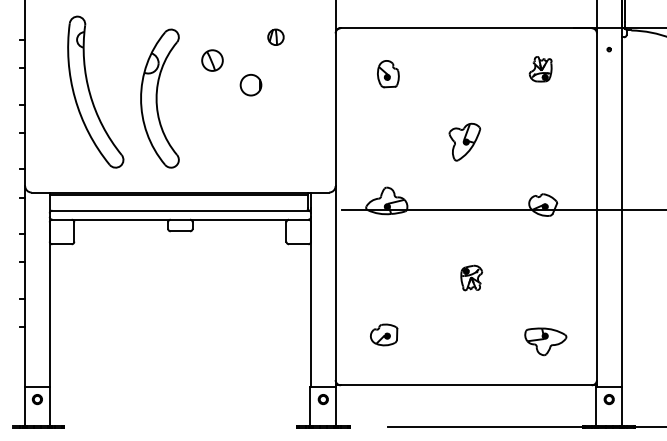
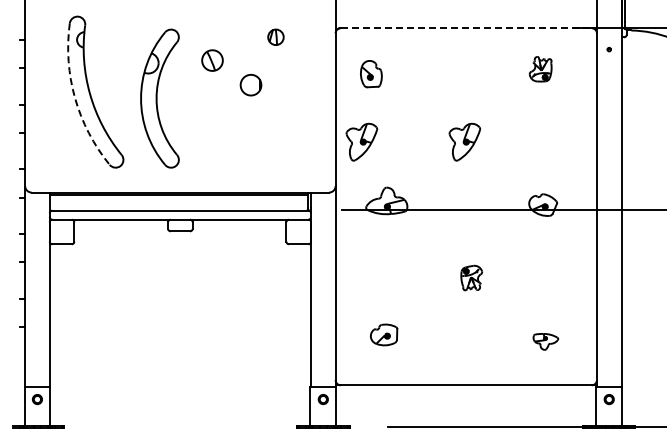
line at (466, 28): solid -> dashed
part at (388, 74) position: (388, 74) -> (371, 74)
arc at (75, 98): solid -> dashed
part at (361, 141): none -> present
part at (545, 341) size: 44x30 px -> 28x18 px
